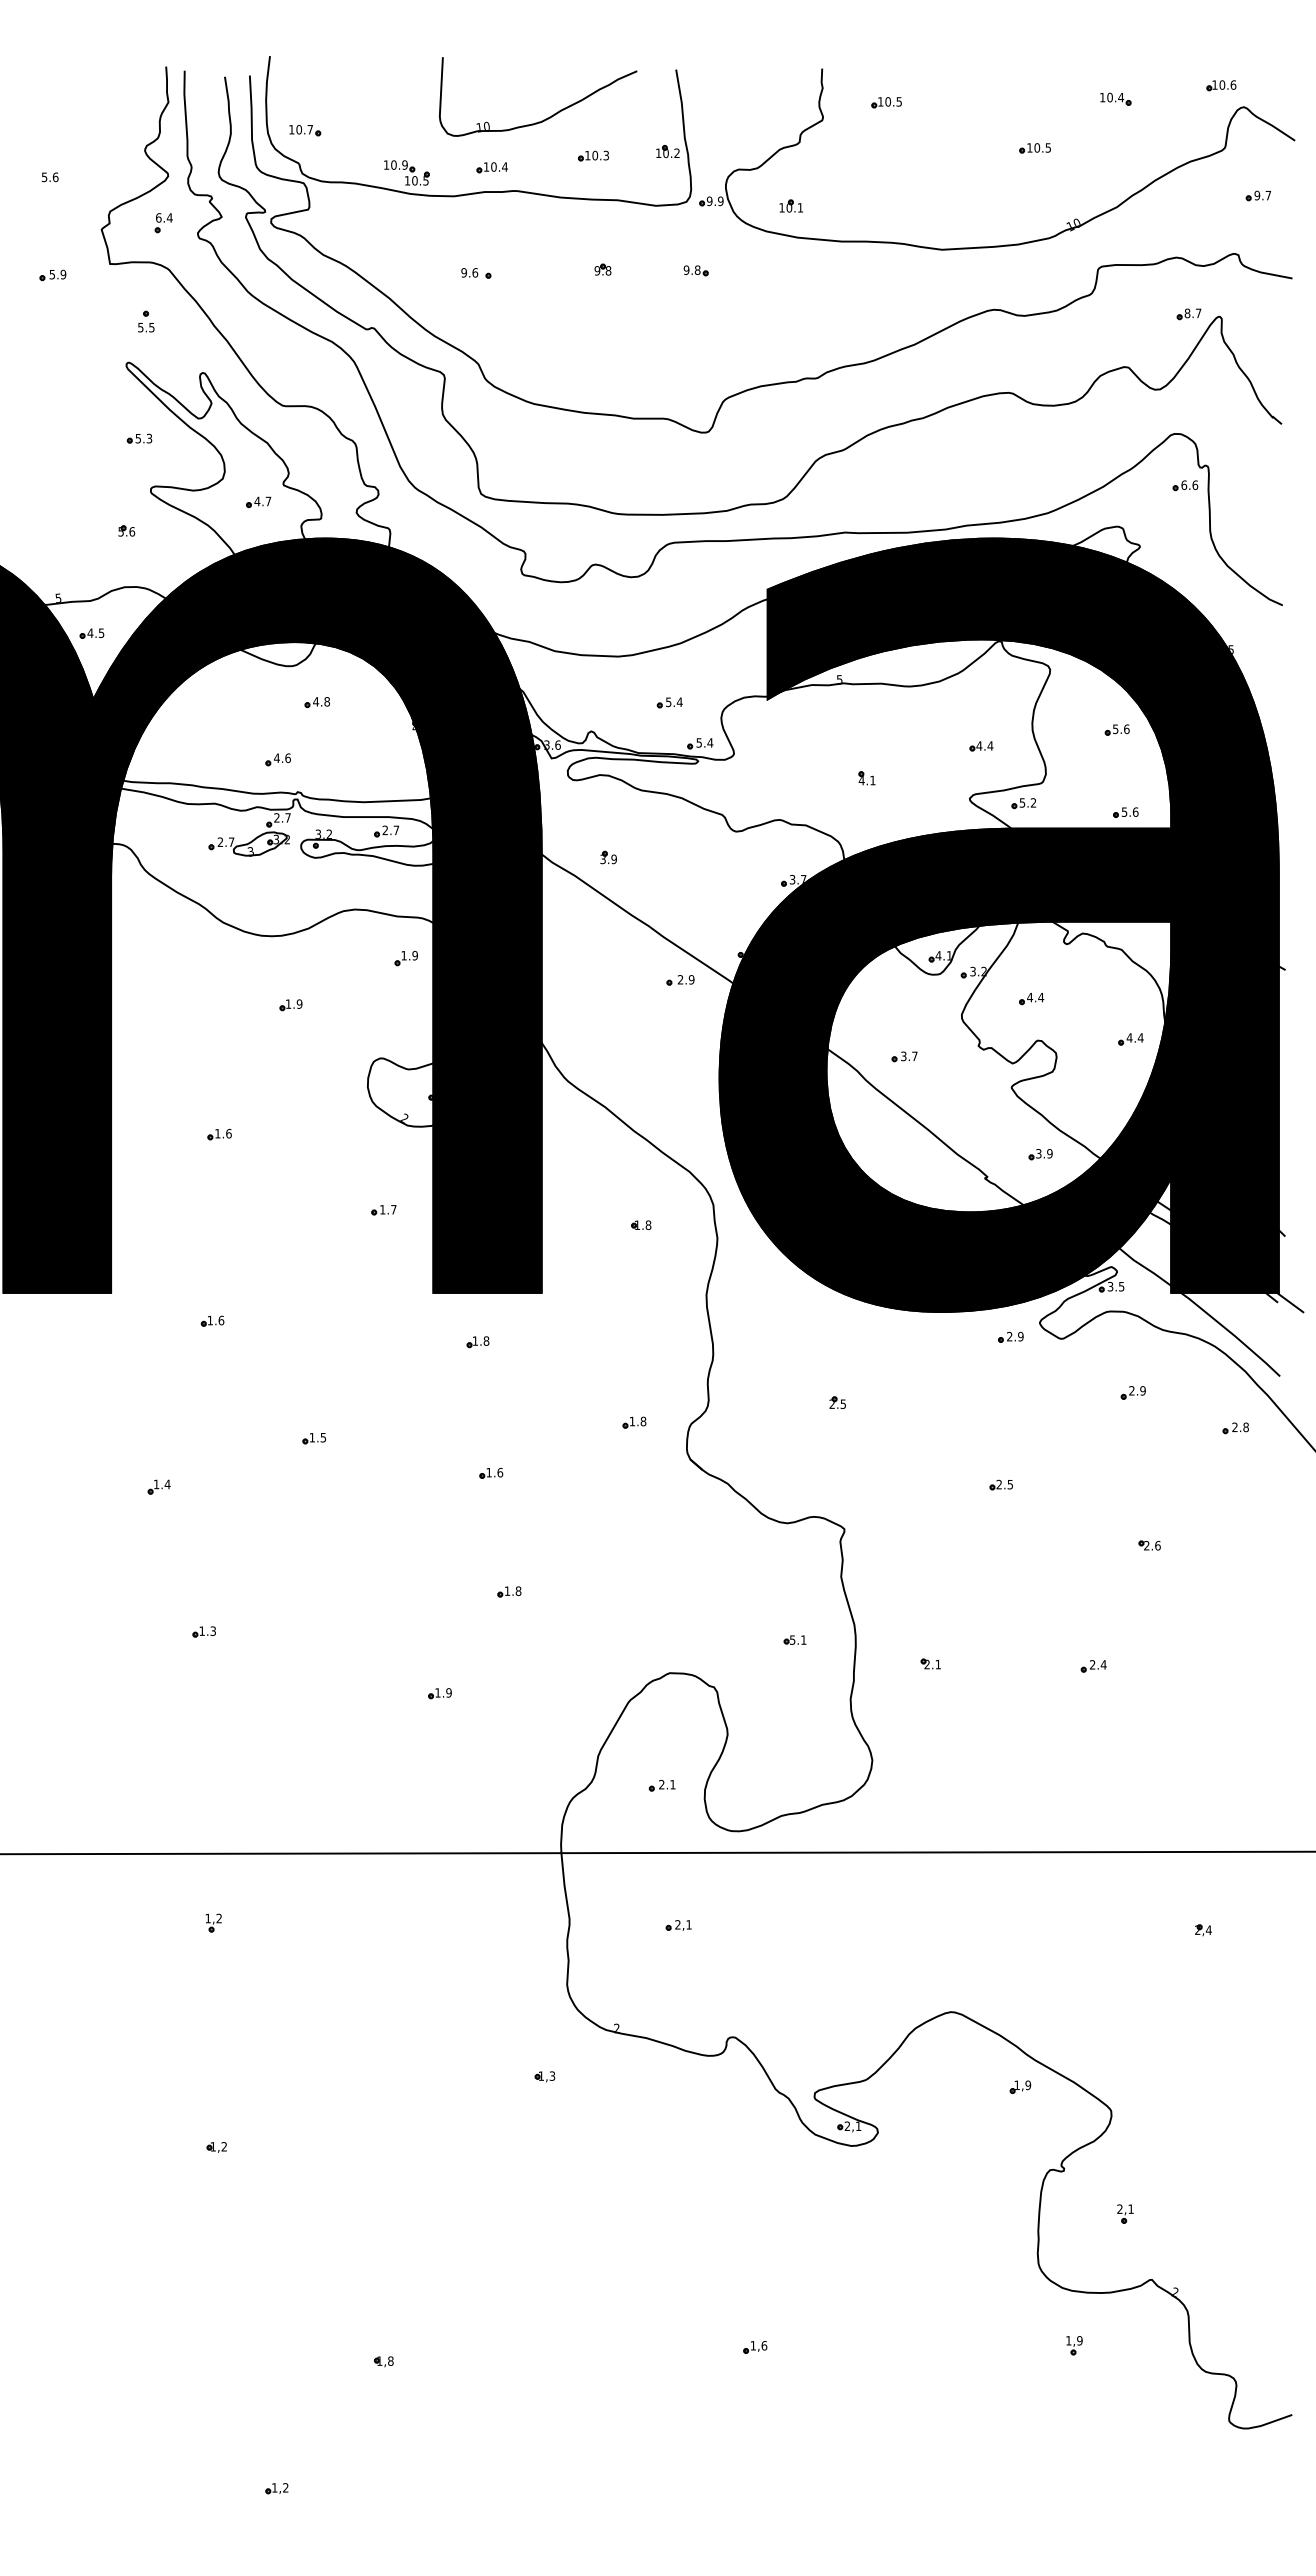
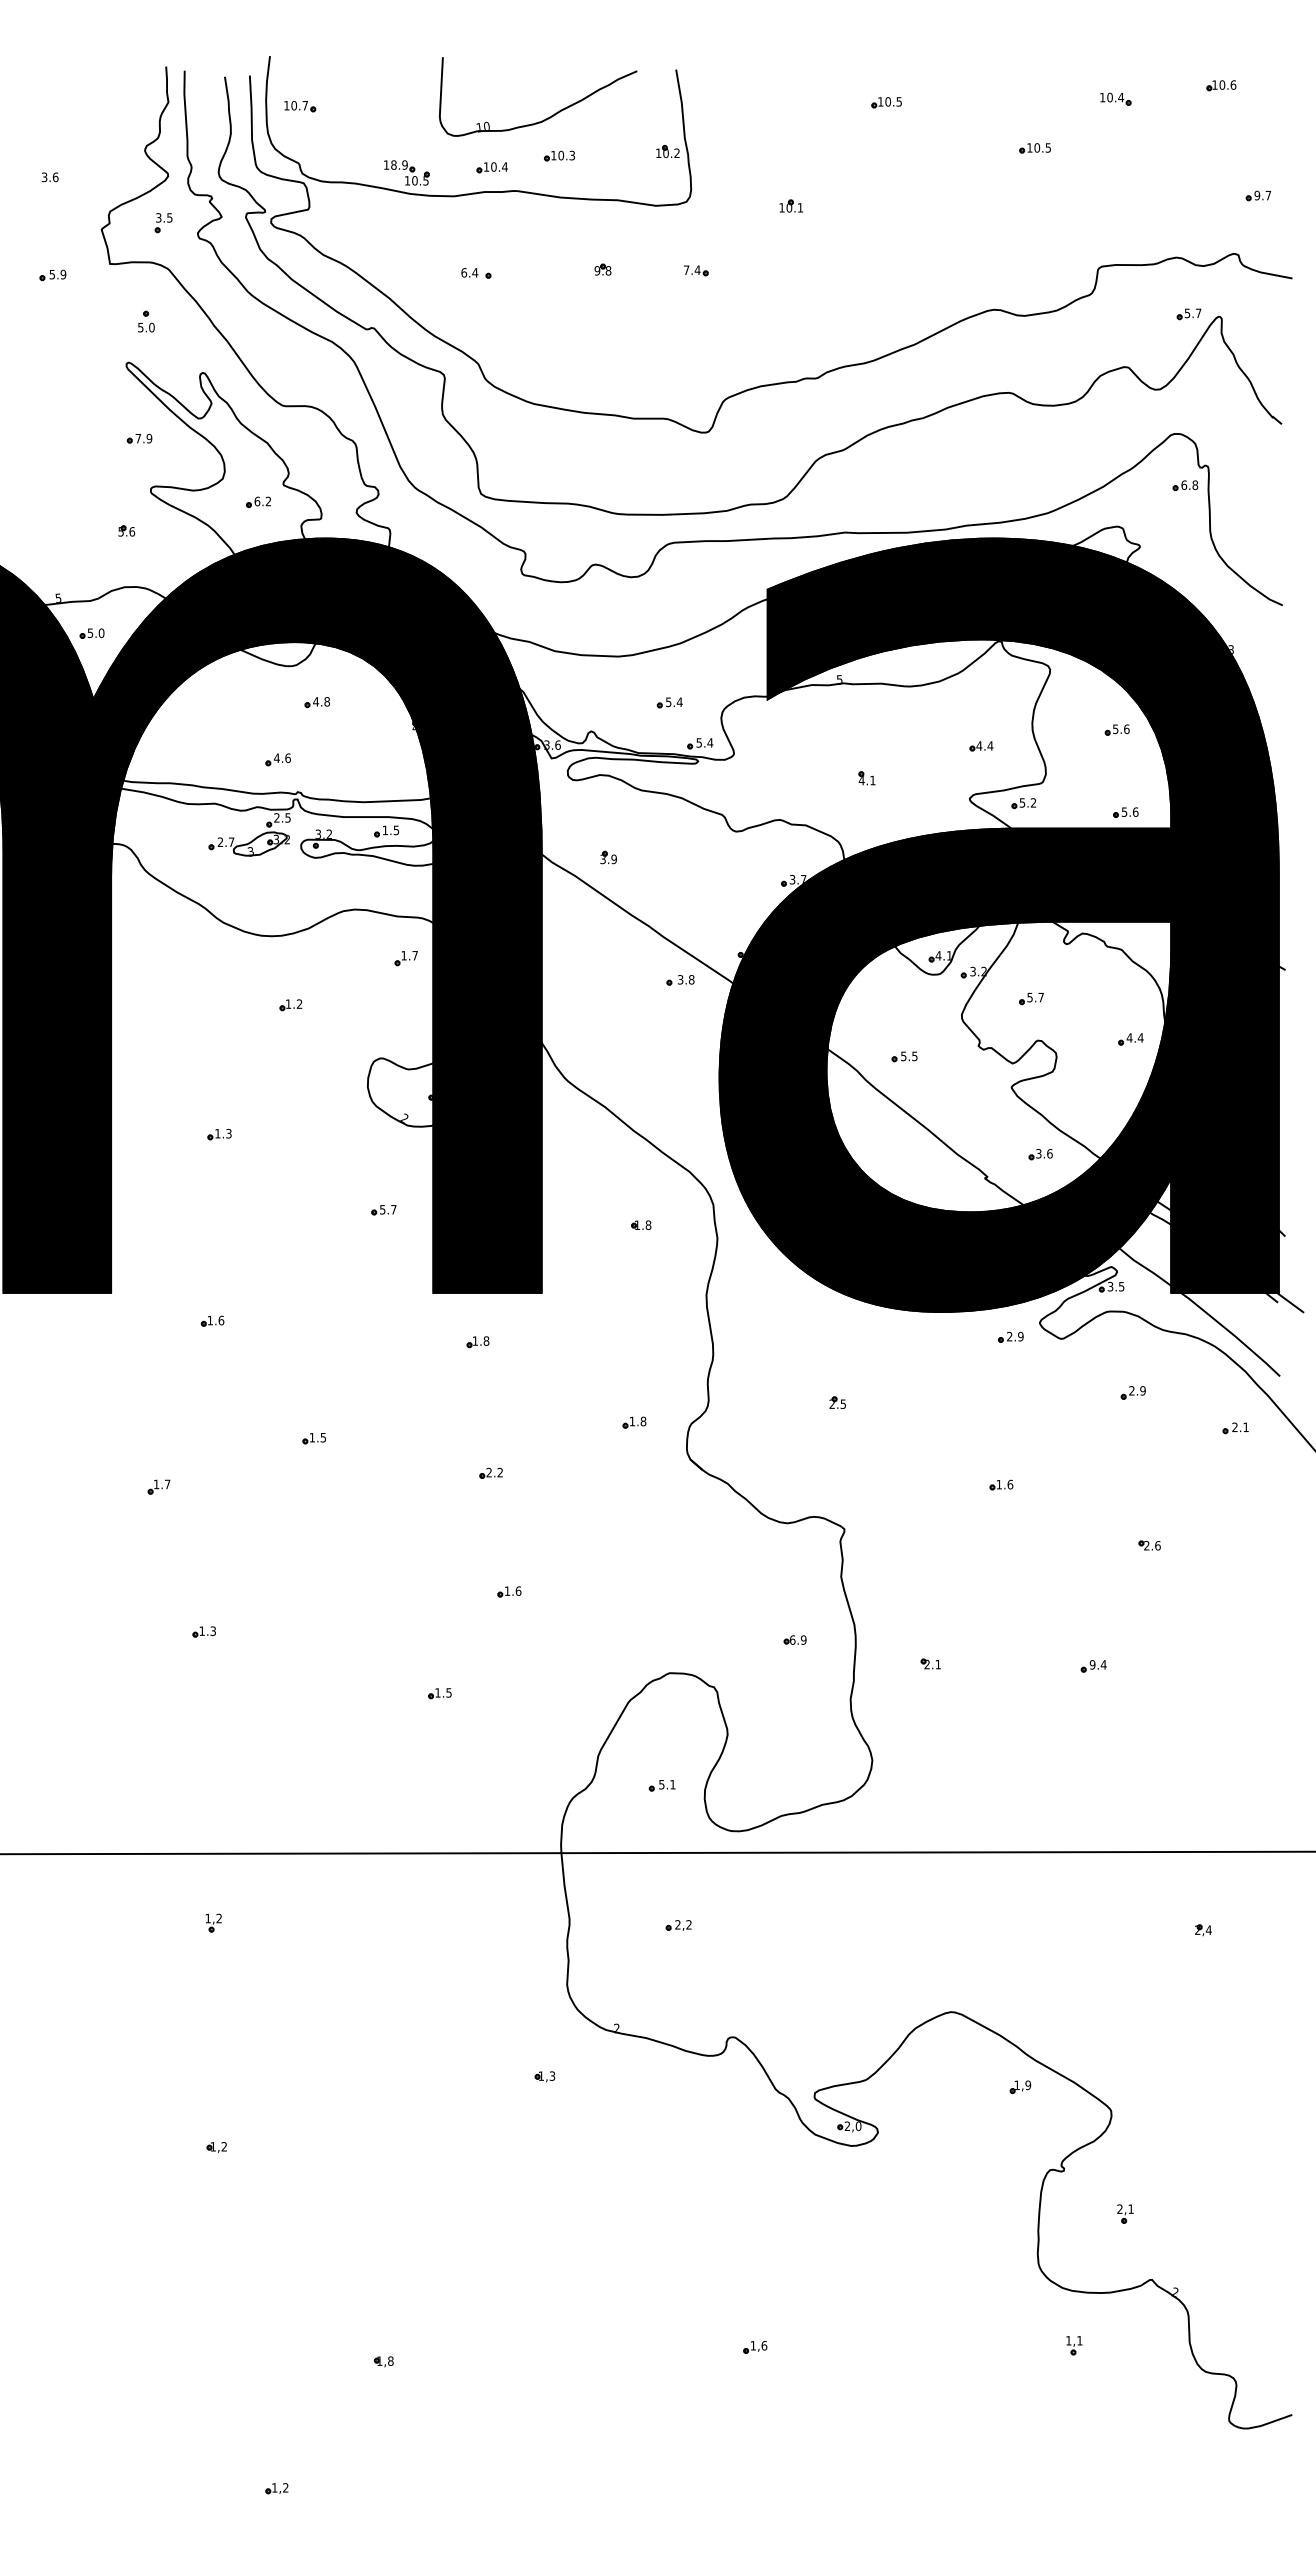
part at (305, 130) position: (305, 130) -> (300, 106)
part at (592, 155) position: (592, 155) -> (558, 155)
text at (393, 164): 10.9 -> 18.9
text at (44, 176): 5.6 -> 3.6
text at (164, 217): 6.4 -> 3.5
part at (1005, 244): present -> none
text at (691, 269): 9.8 -> 7.4
text at (469, 272): 9.6 -> 6.4
text at (1187, 313): 8.7 -> 5.7
text at (151, 327): 5.5 -> 5.0
text at (143, 438): 5.3 -> 7.9
text at (1195, 484): 6.6 -> 6.8
text at (262, 501): 4.7 -> 6.2
text at (95, 633): 4.5 -> 5.0
text at (1230, 649): 6.5 -> 5.3
text at (287, 817): 2.7 -> 2.5
text at (390, 830): 2.7 -> 1.5
text at (414, 955): 1.9 -> 1.7
text at (685, 979): 2.9 -> 3.8
text at (1035, 997): 4.4 -> 5.7
text at (299, 1003): 1.9 -> 1.2
text at (909, 1056): 3.7 -> 5.5
text at (228, 1133): 1.6 -> 1.3
text at (1049, 1153): 3.9 -> 3.6
text at (382, 1209): 1.7 -> 5.7
text at (1245, 1427): 2.8 -> 2.1
text at (494, 1472): 1.6 -> 2.2
text at (167, 1484): 1.4 -> 1.7
text at (1004, 1484): 2.5 -> 1.6
text at (518, 1590): 1.8 -> 1.6
text at (797, 1639): 5.1 -> 6.9
text at (1092, 1664): 2.4 -> 9.4
text at (448, 1692): 1.9 -> 1.5
text at (661, 1784): 2.1 -> 5.1
text at (688, 1924): 2,1 -> 2,2
text at (858, 2126): 2,1 -> 2,0
text at (1079, 2340): 1,9 -> 1,1
